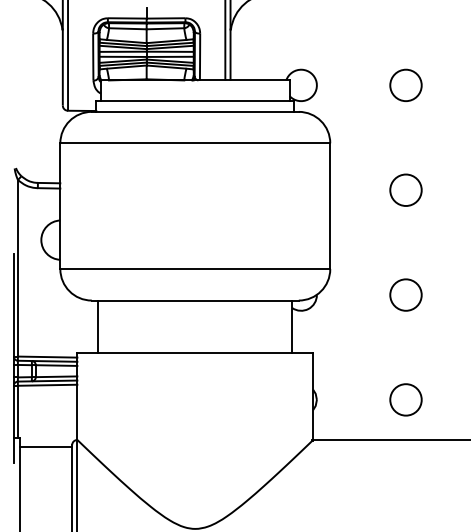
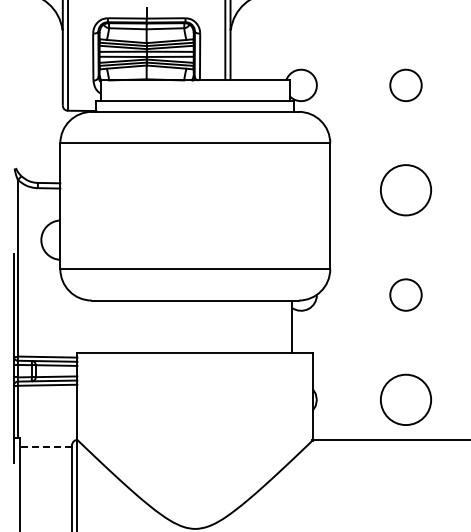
circle at (405, 189) diameter: 31 px -> 50 px
line at (98, 326): present -> none
circle at (405, 399) diameter: 31 px -> 50 px
line at (45, 447): solid -> dashed
